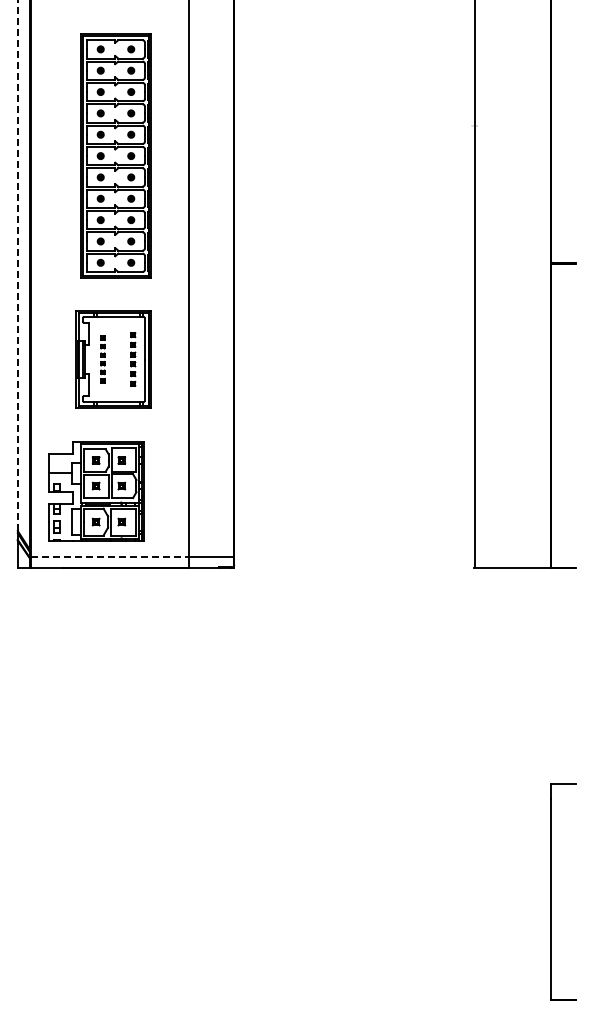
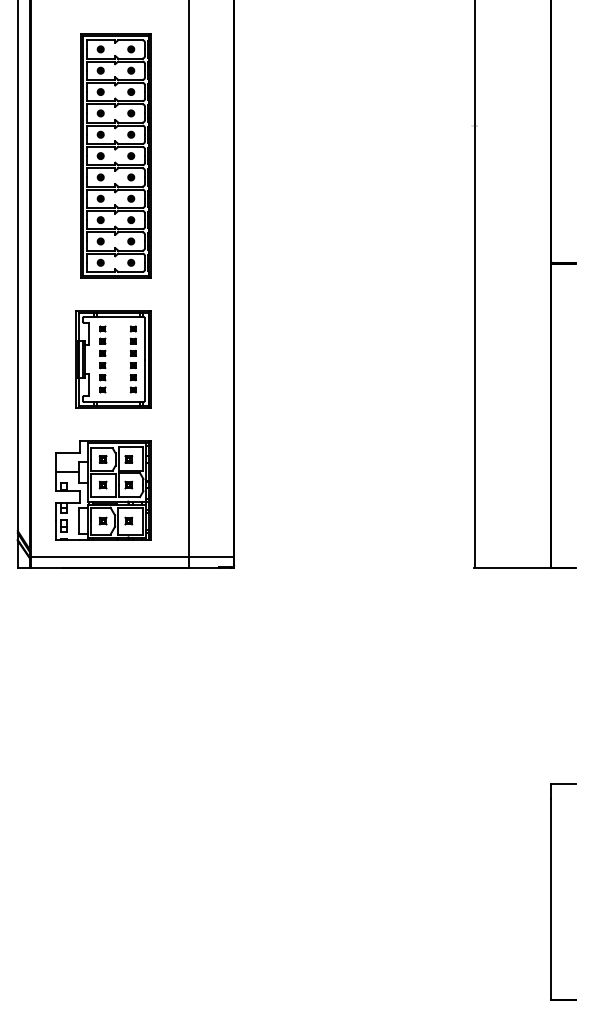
line at (17, 266): dashed -> solid
part at (102, 359) size: 6x49 px -> 8x69 px
part at (133, 359) size: 7x55 px -> 8x69 px
part at (96, 491) position: (96, 491) -> (103, 490)
line at (109, 556): dashed -> solid
